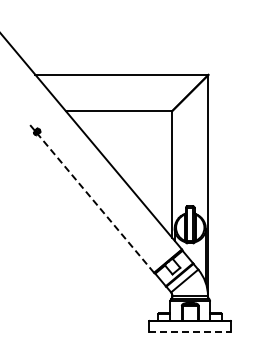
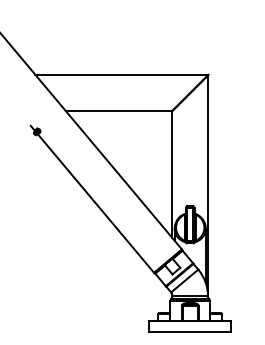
line at (95, 203): dashed -> solid
line at (190, 331): dashed -> solid
